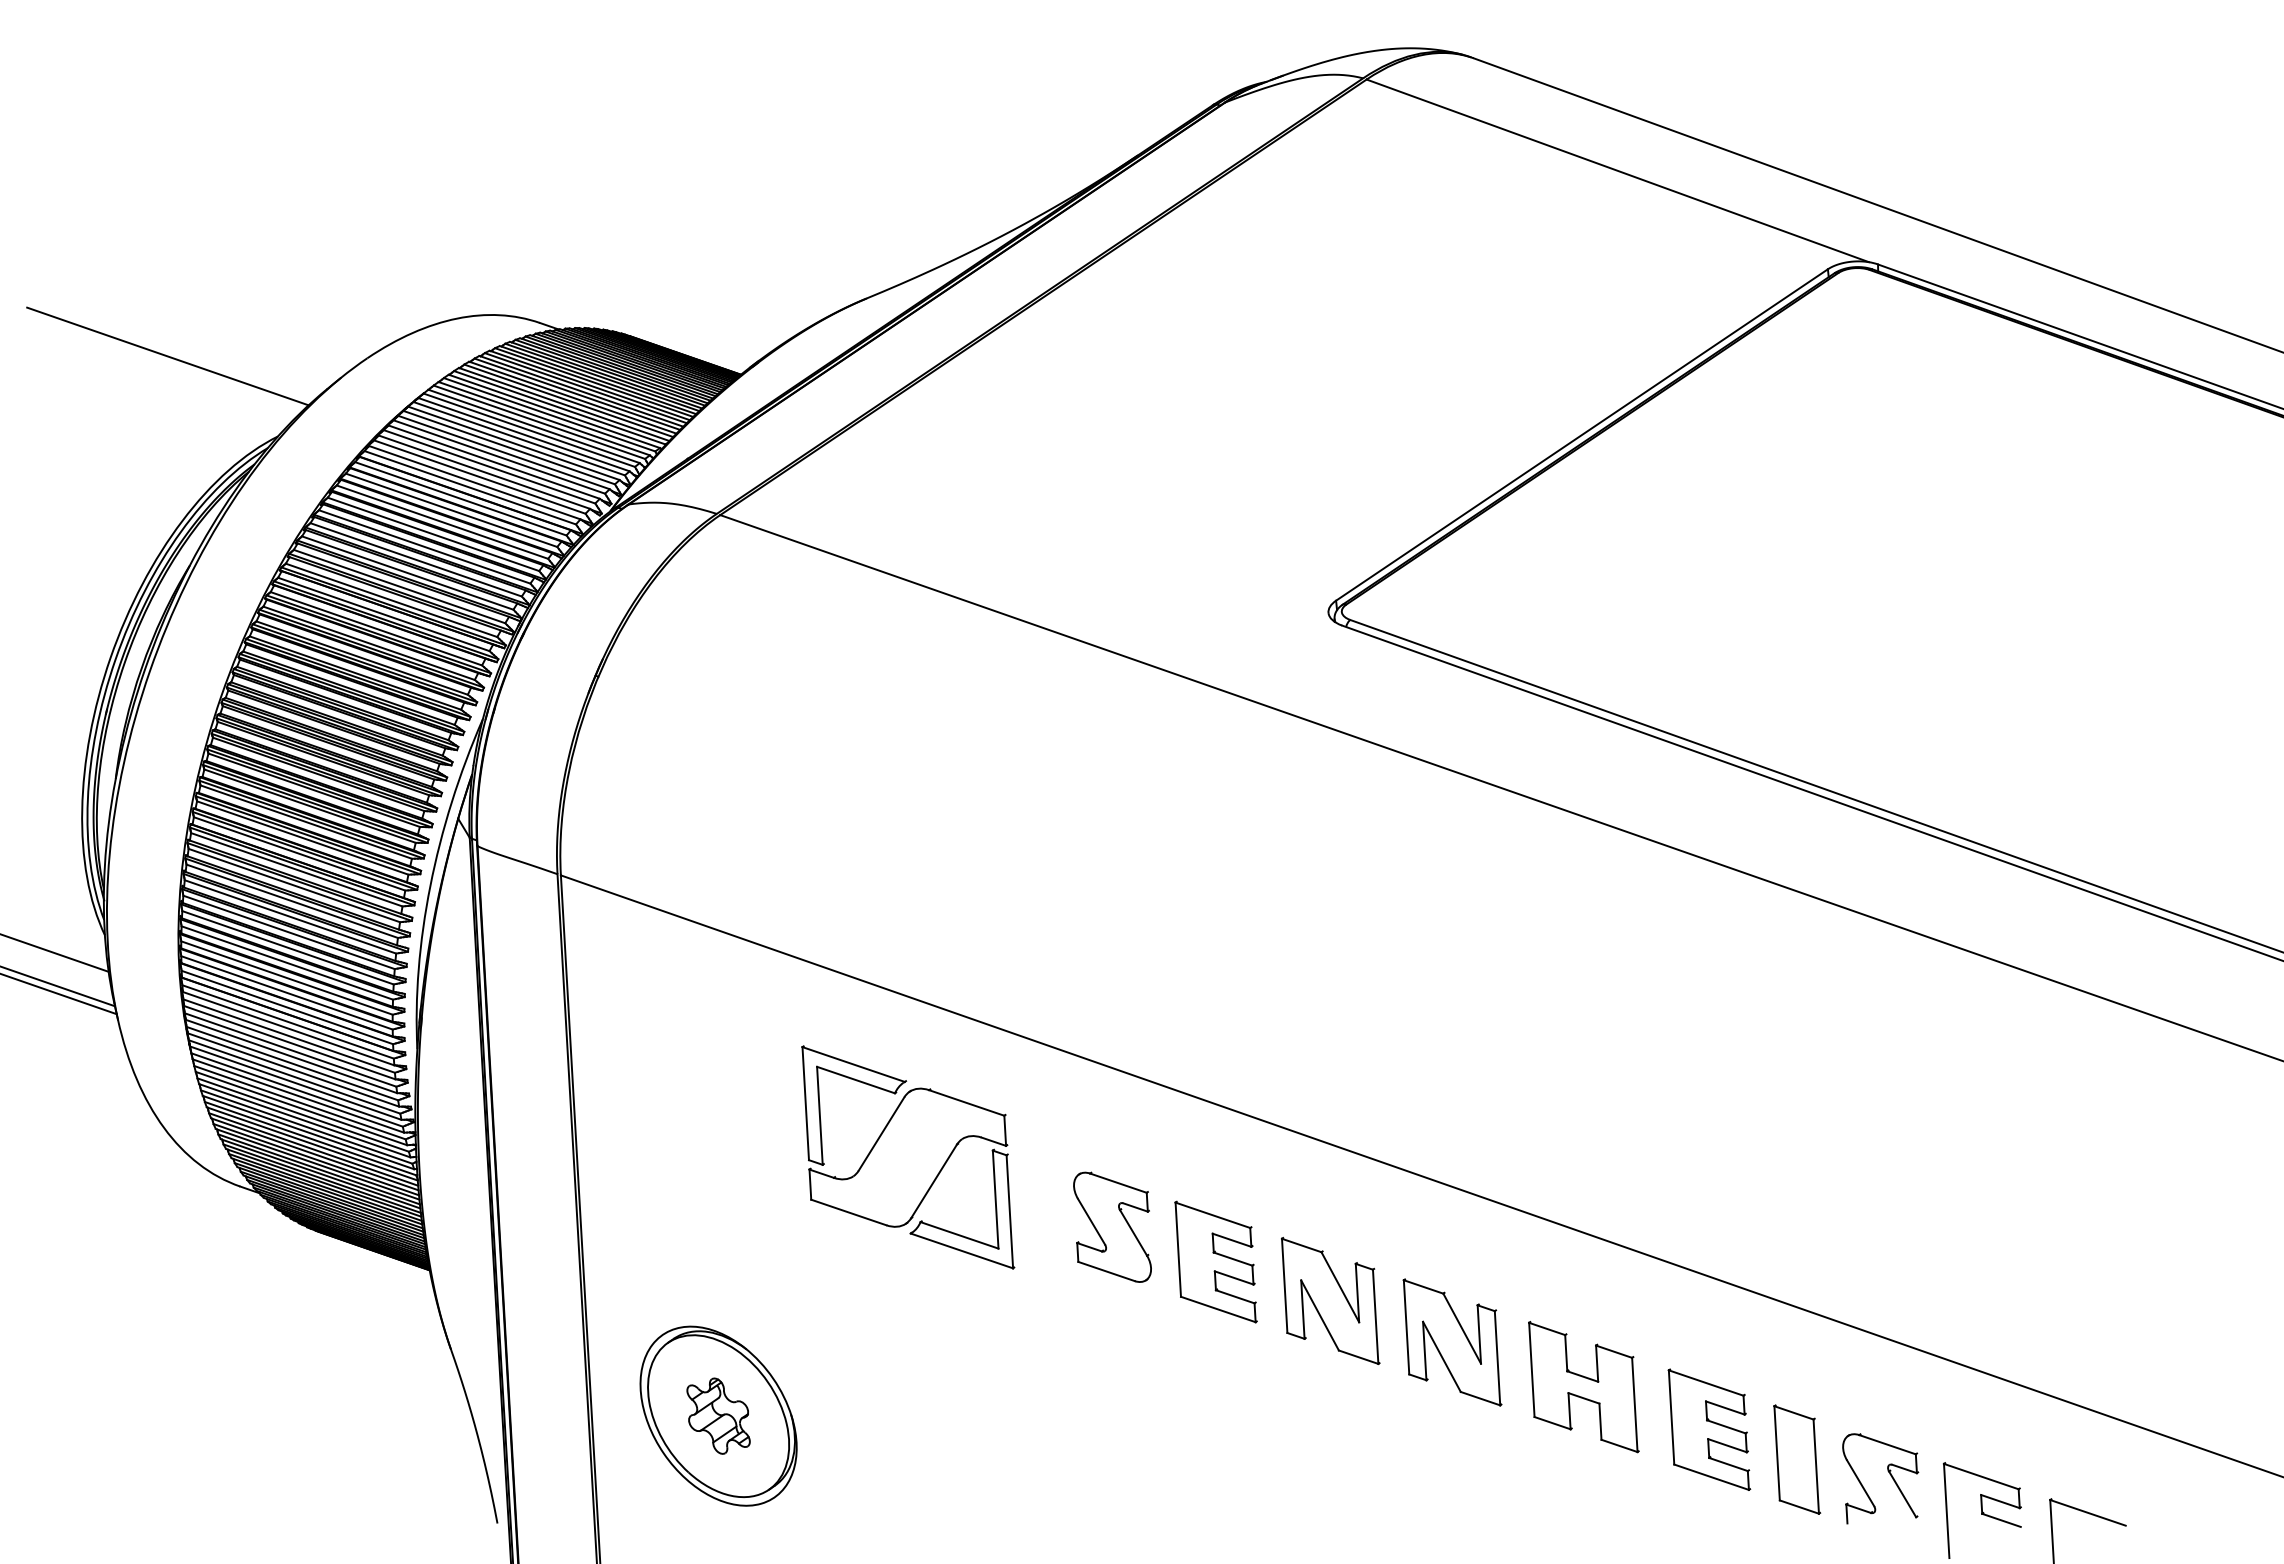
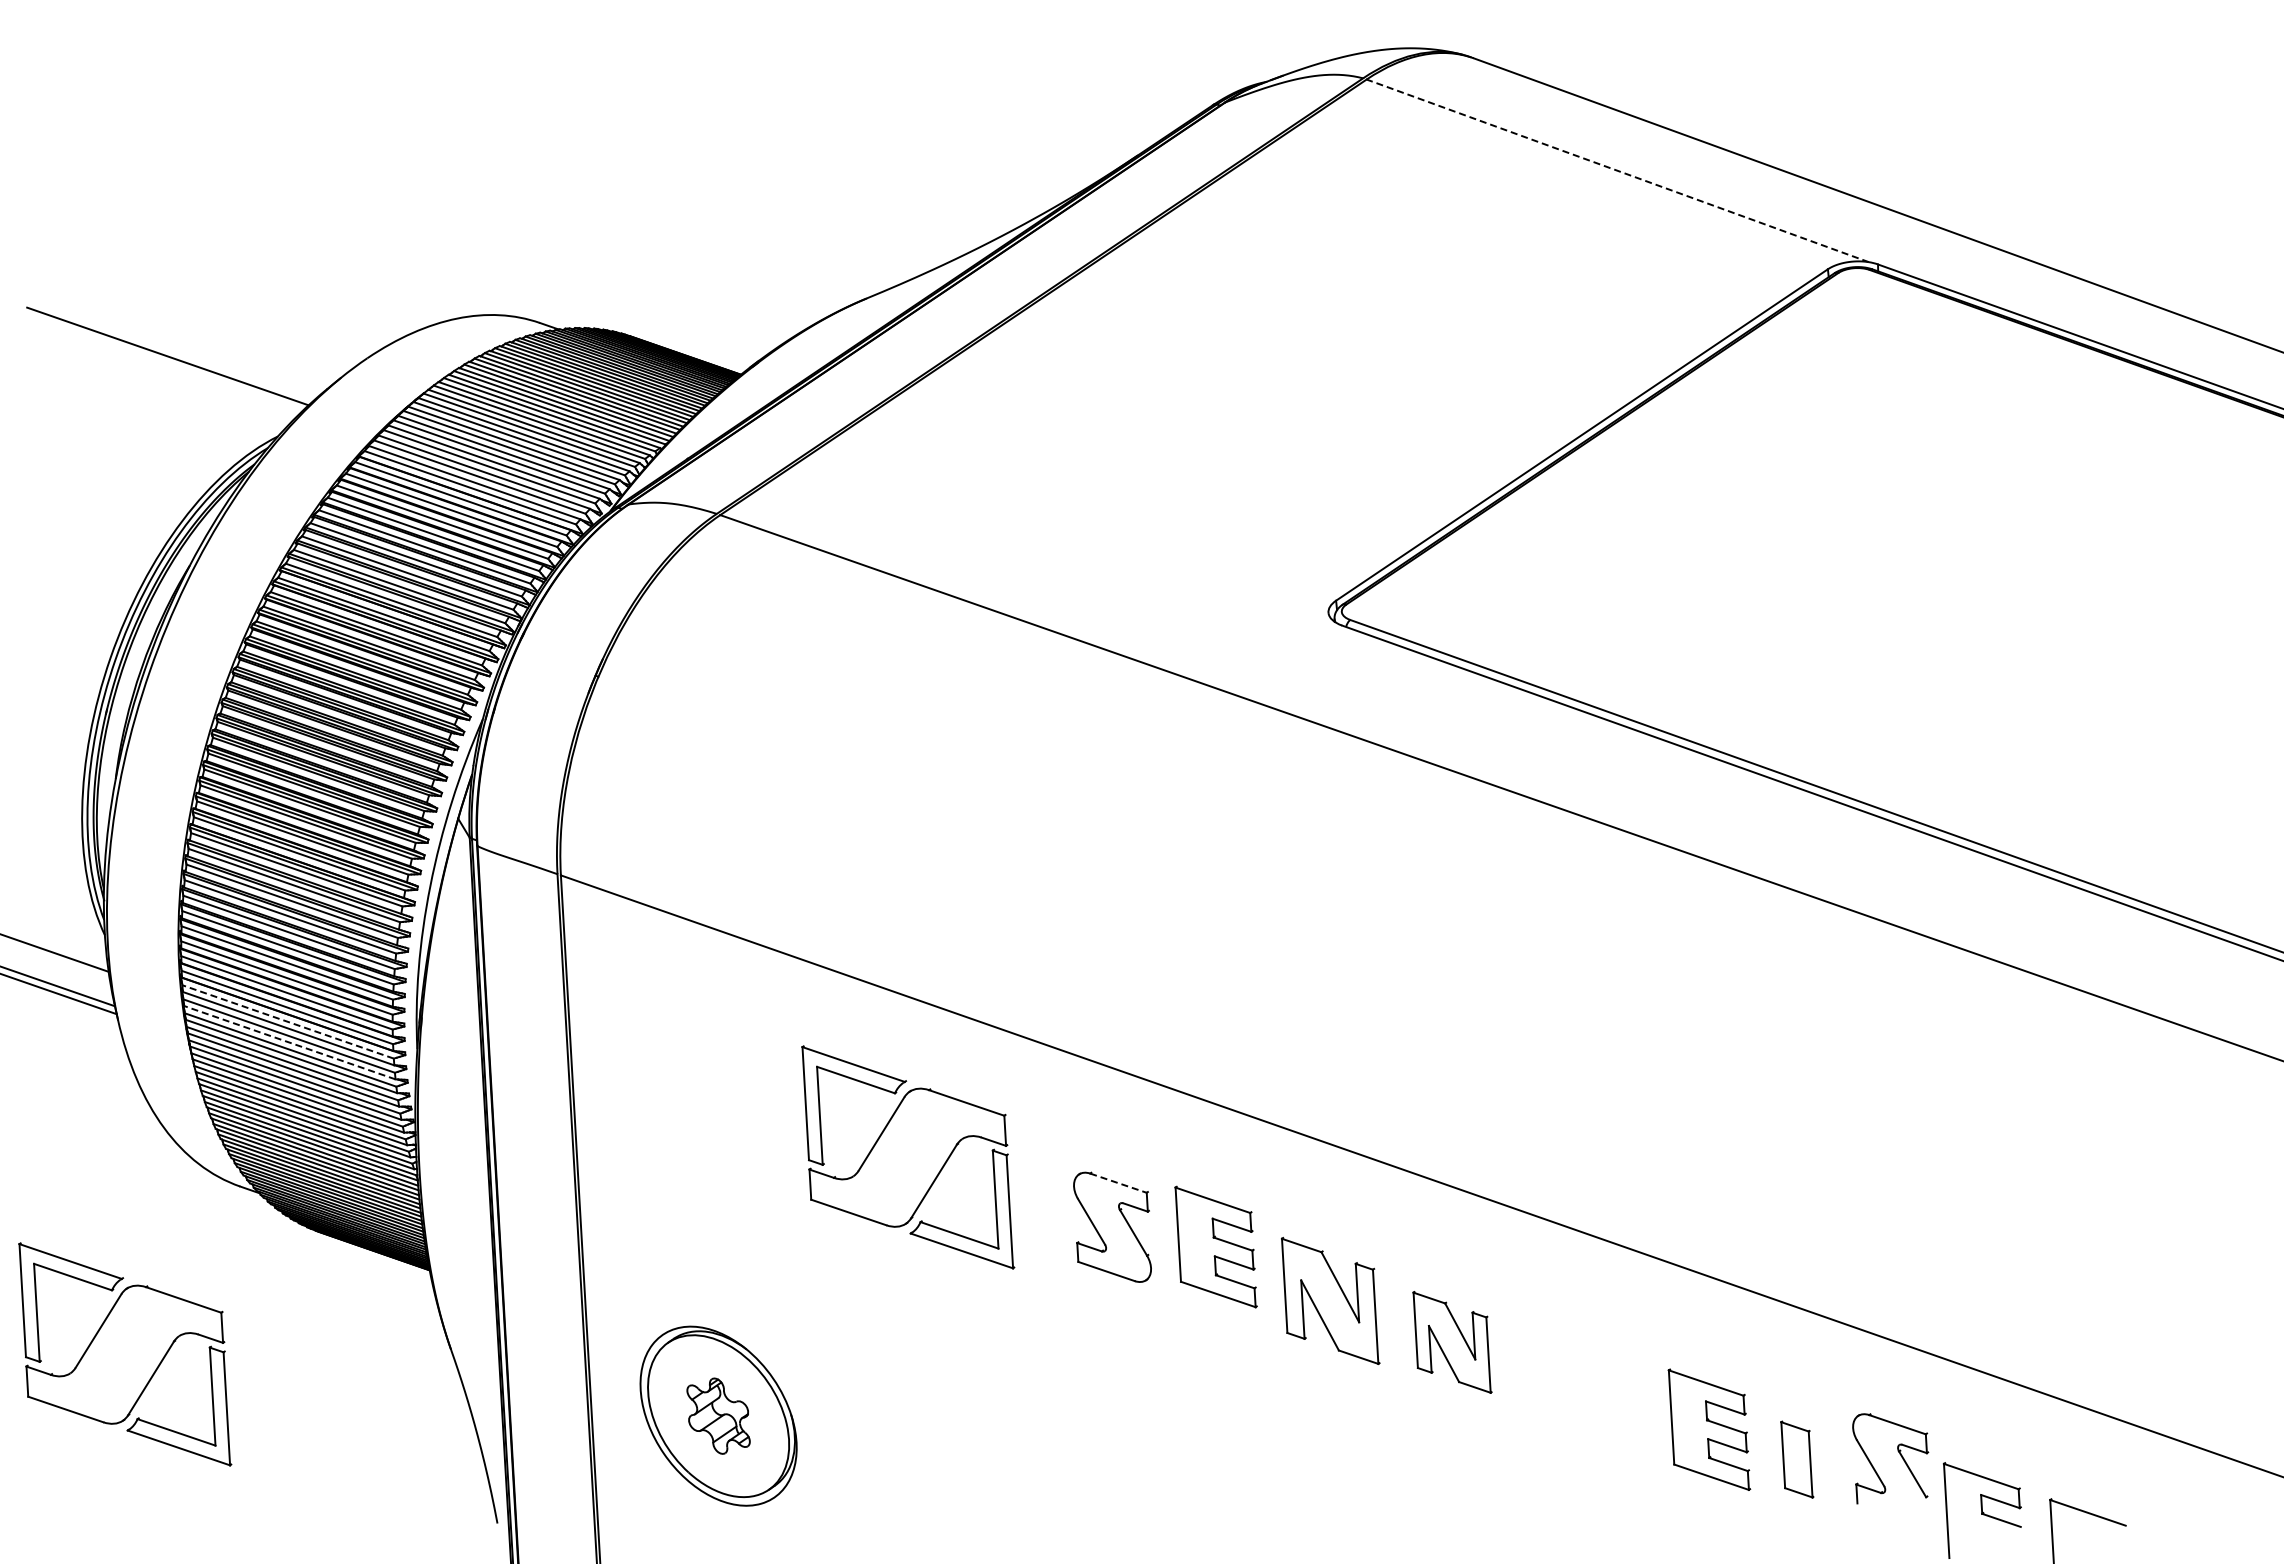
line at (1617, 170): solid -> dashed
line at (288, 1021): solid -> dashed
line at (289, 1042): solid -> dashed
line at (1118, 1183): solid -> dashed
part at (1215, 1261) position: (1215, 1261) -> (1215, 1246)
part at (1452, 1342) size: 101x129 px -> 81x103 px
part at (125, 1354): none -> present
part at (1583, 1387): present -> none
part at (1797, 1459) size: 49x111 px -> 35x79 px
part at (1889, 1474) position: (1889, 1474) -> (1899, 1454)
